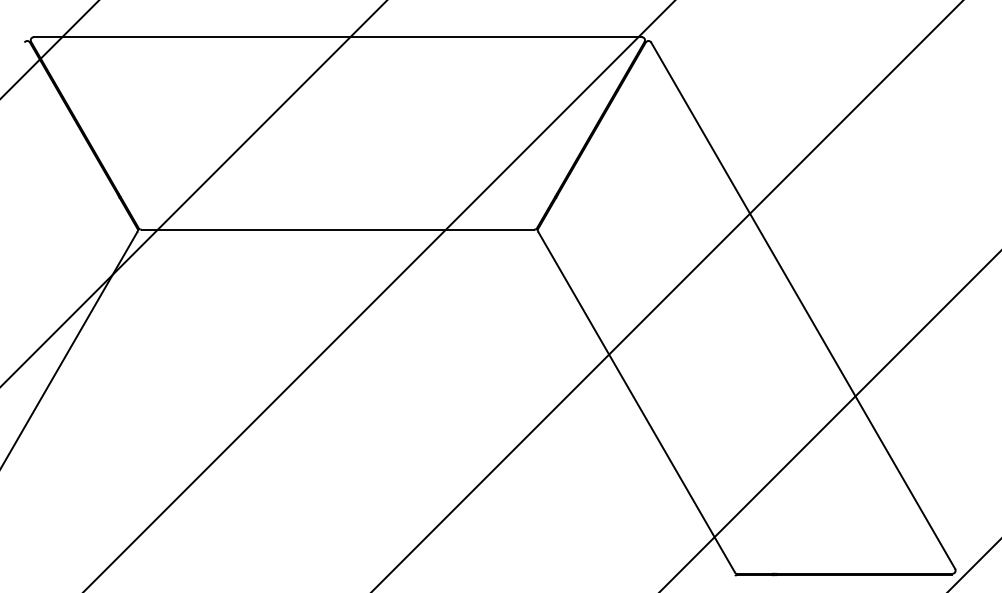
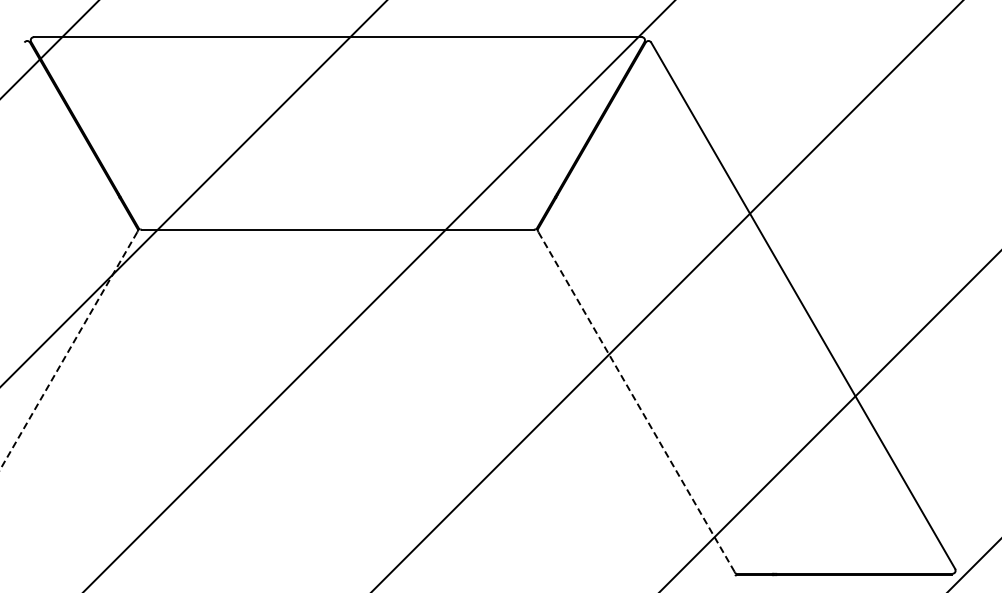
line at (68, 351): solid -> dashed
line at (636, 401): solid -> dashed
